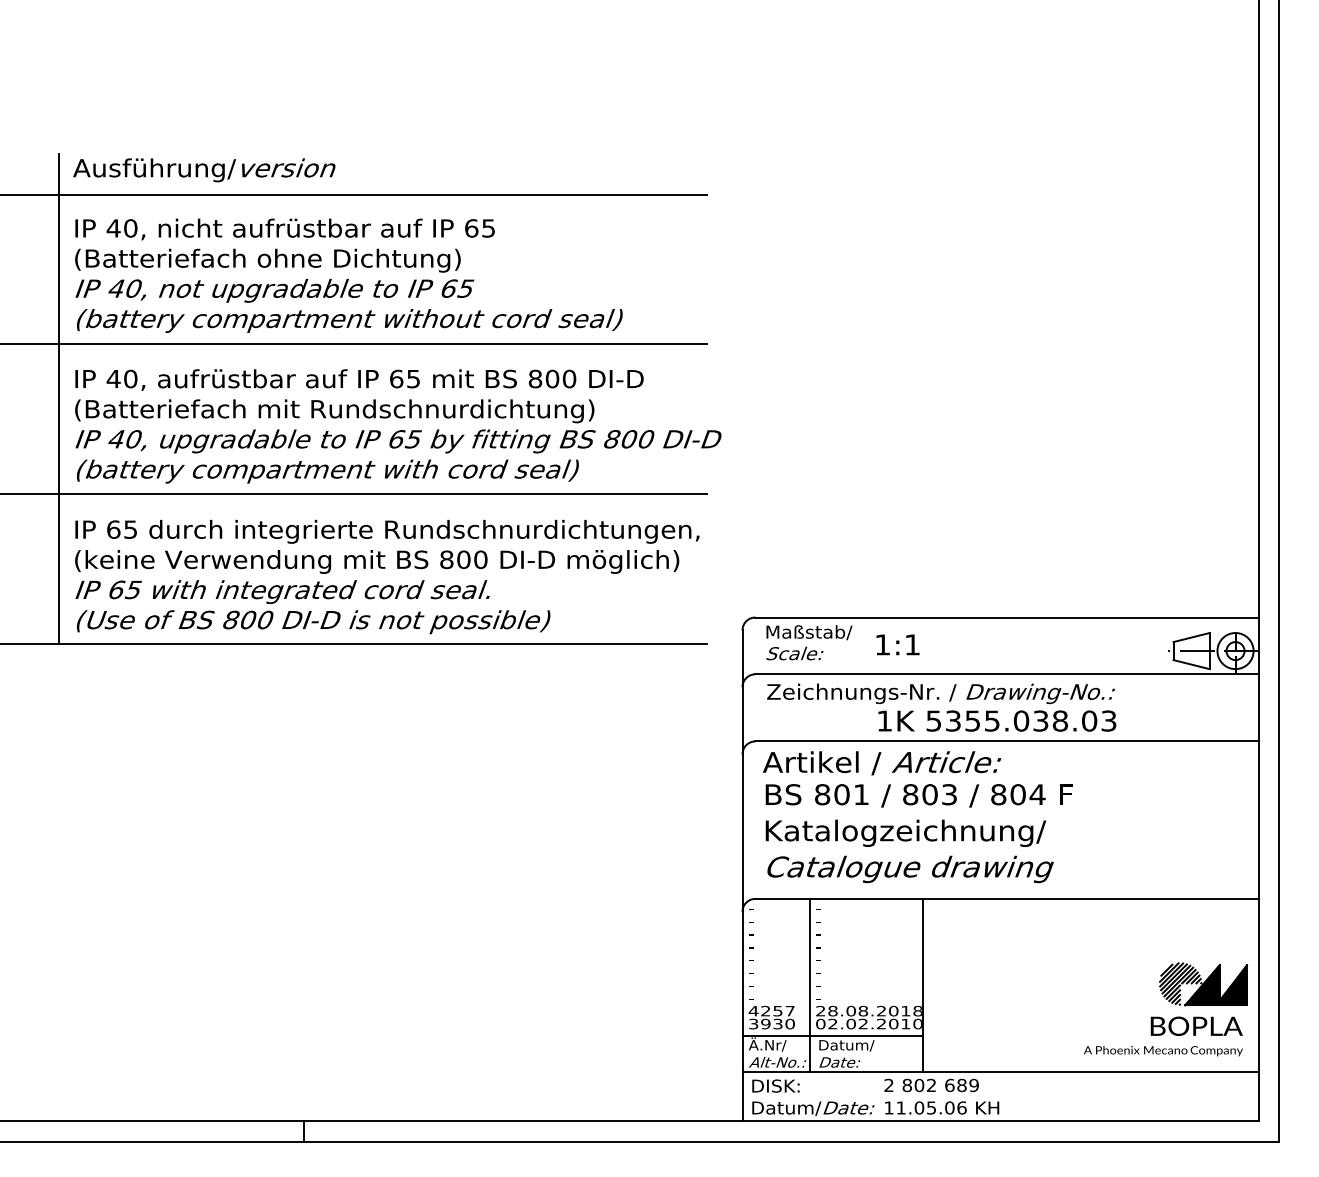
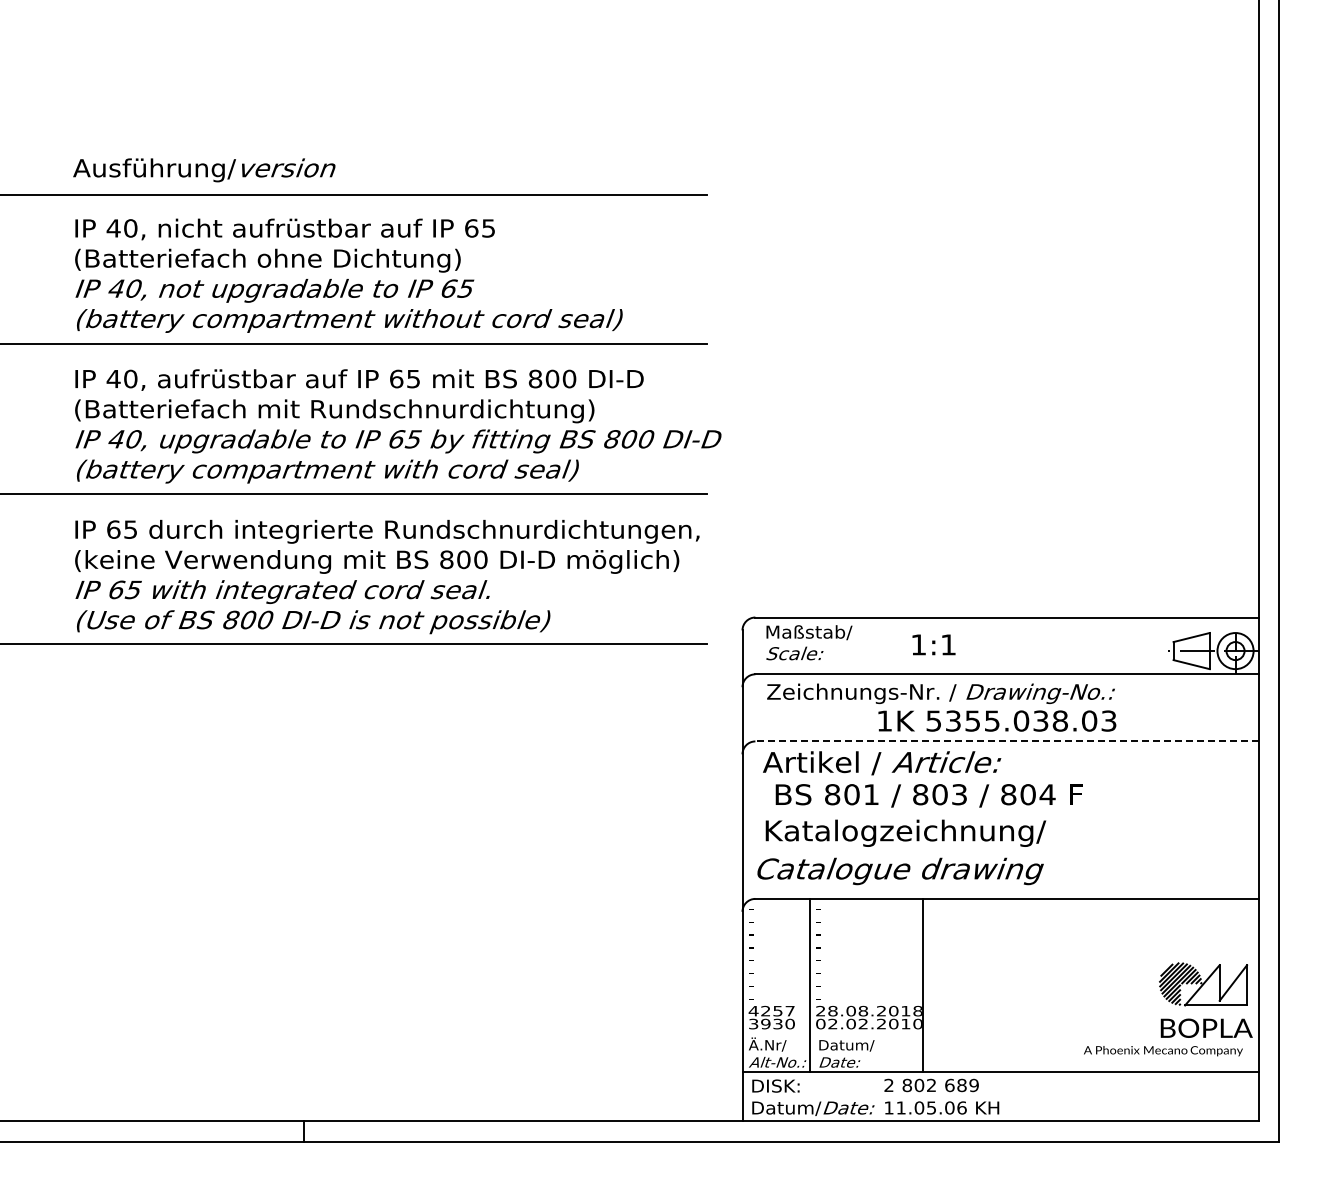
line at (59, 398): present -> none
text at (897, 644) position: (897, 644) -> (933, 644)
line at (1007, 741): solid -> dashed
text at (918, 795) position: (918, 795) -> (928, 795)
text at (910, 869) position: (910, 869) -> (900, 871)
hatch at (1216, 985): present -> none
text at (1196, 1025) position: (1196, 1025) -> (1206, 1027)
line at (832, 1035): present -> none
